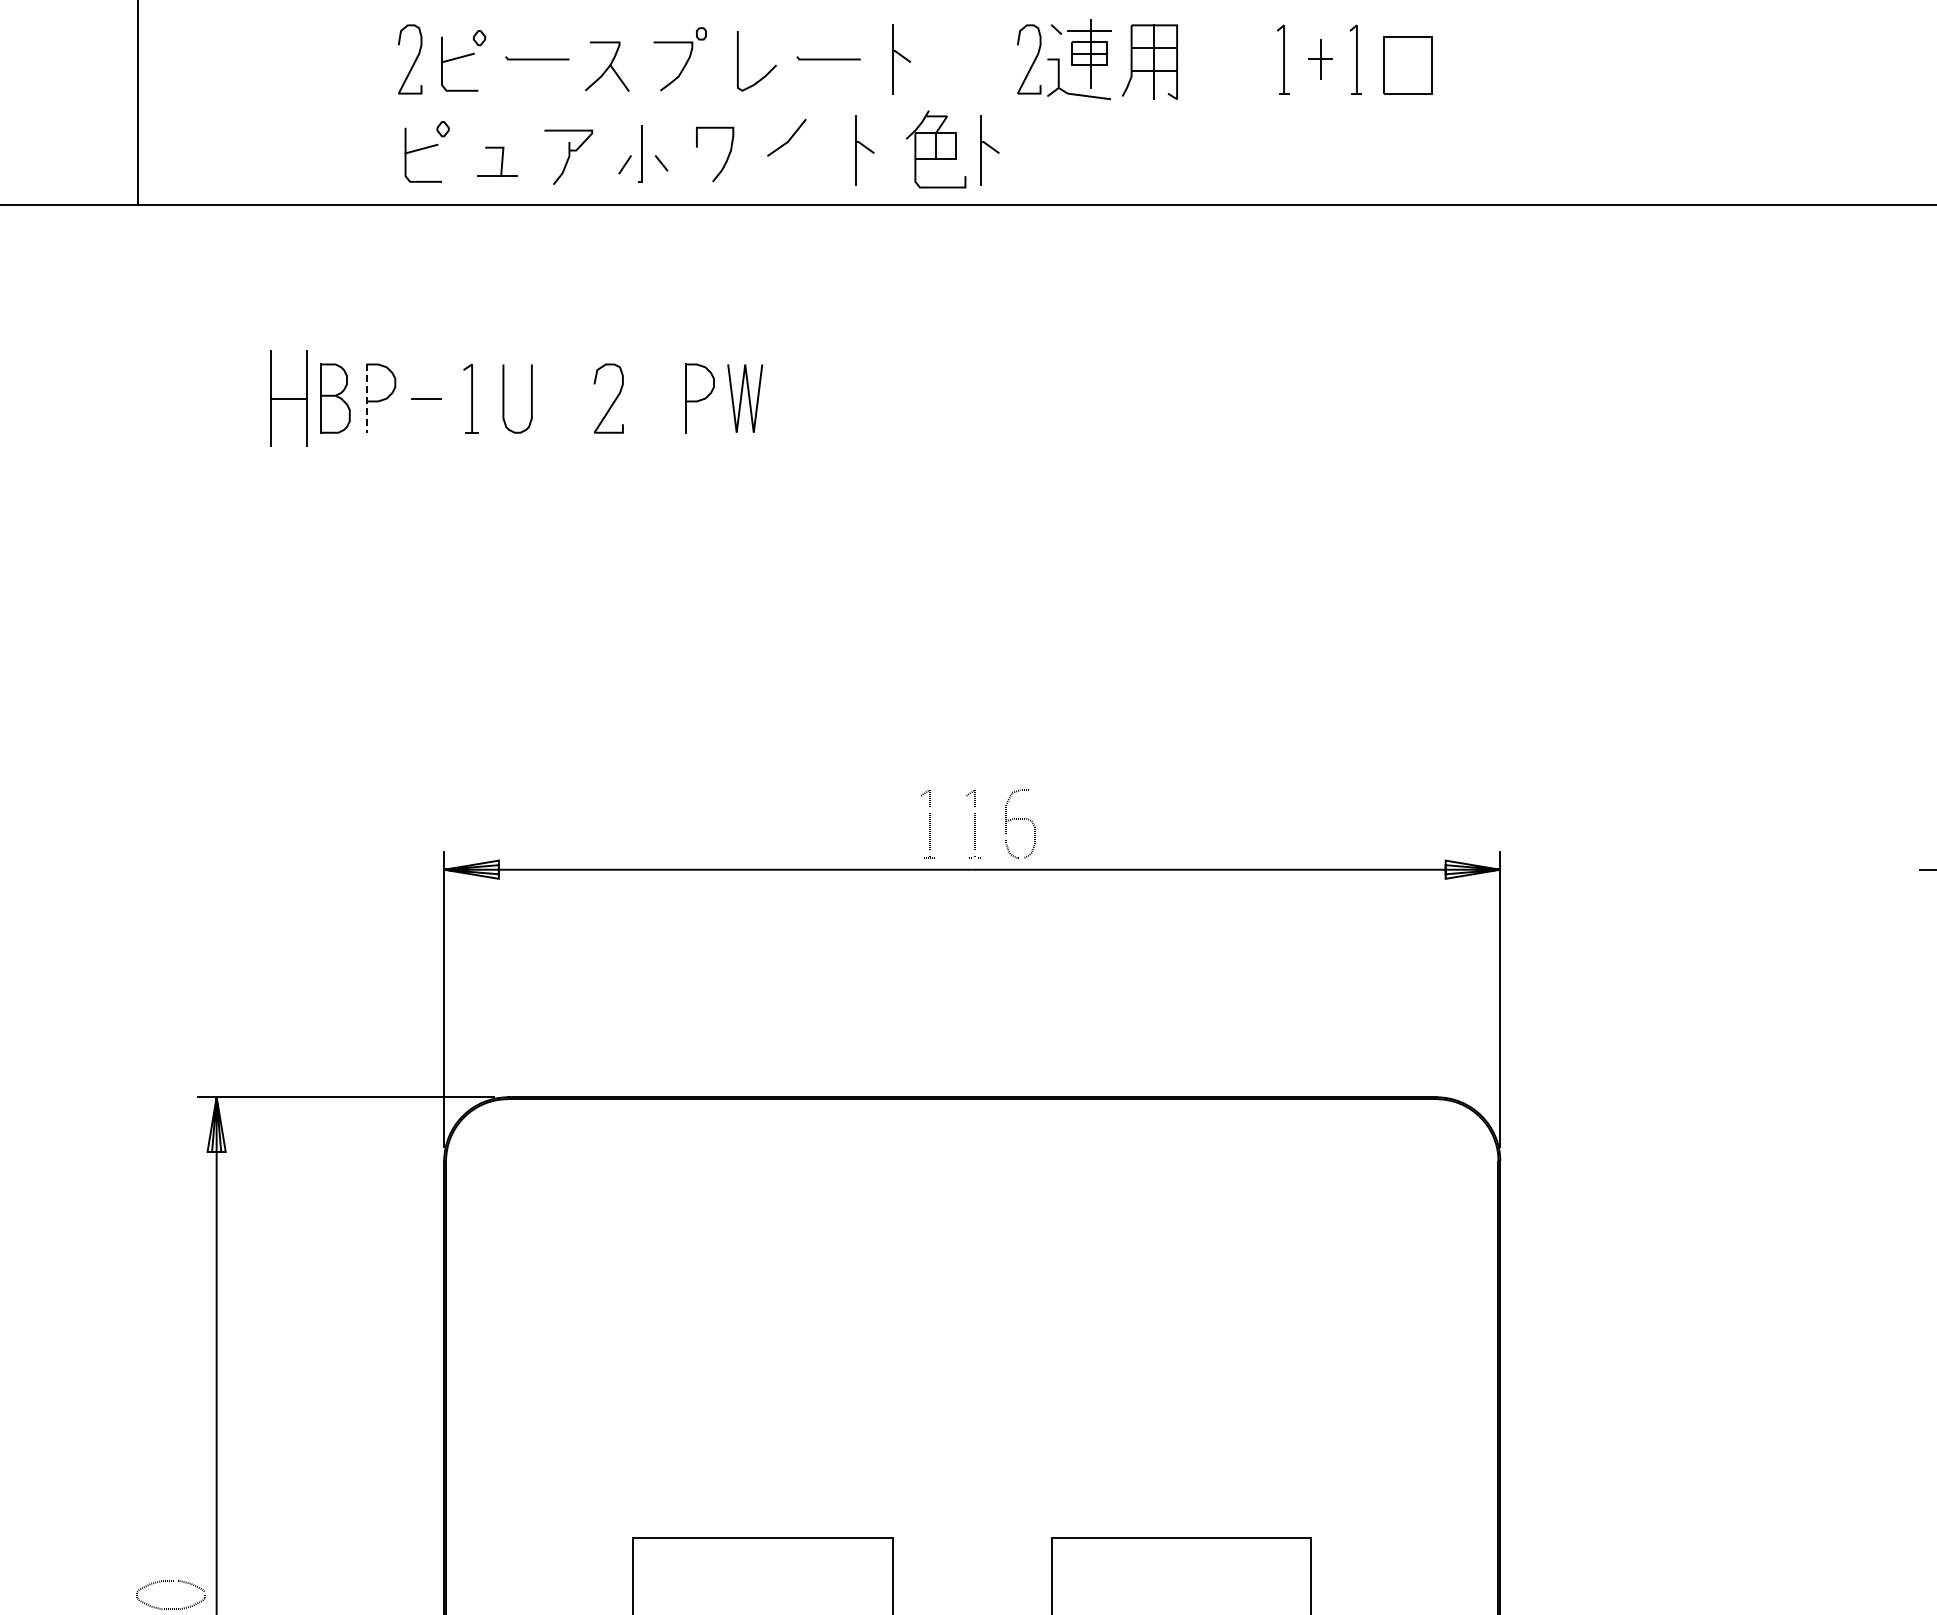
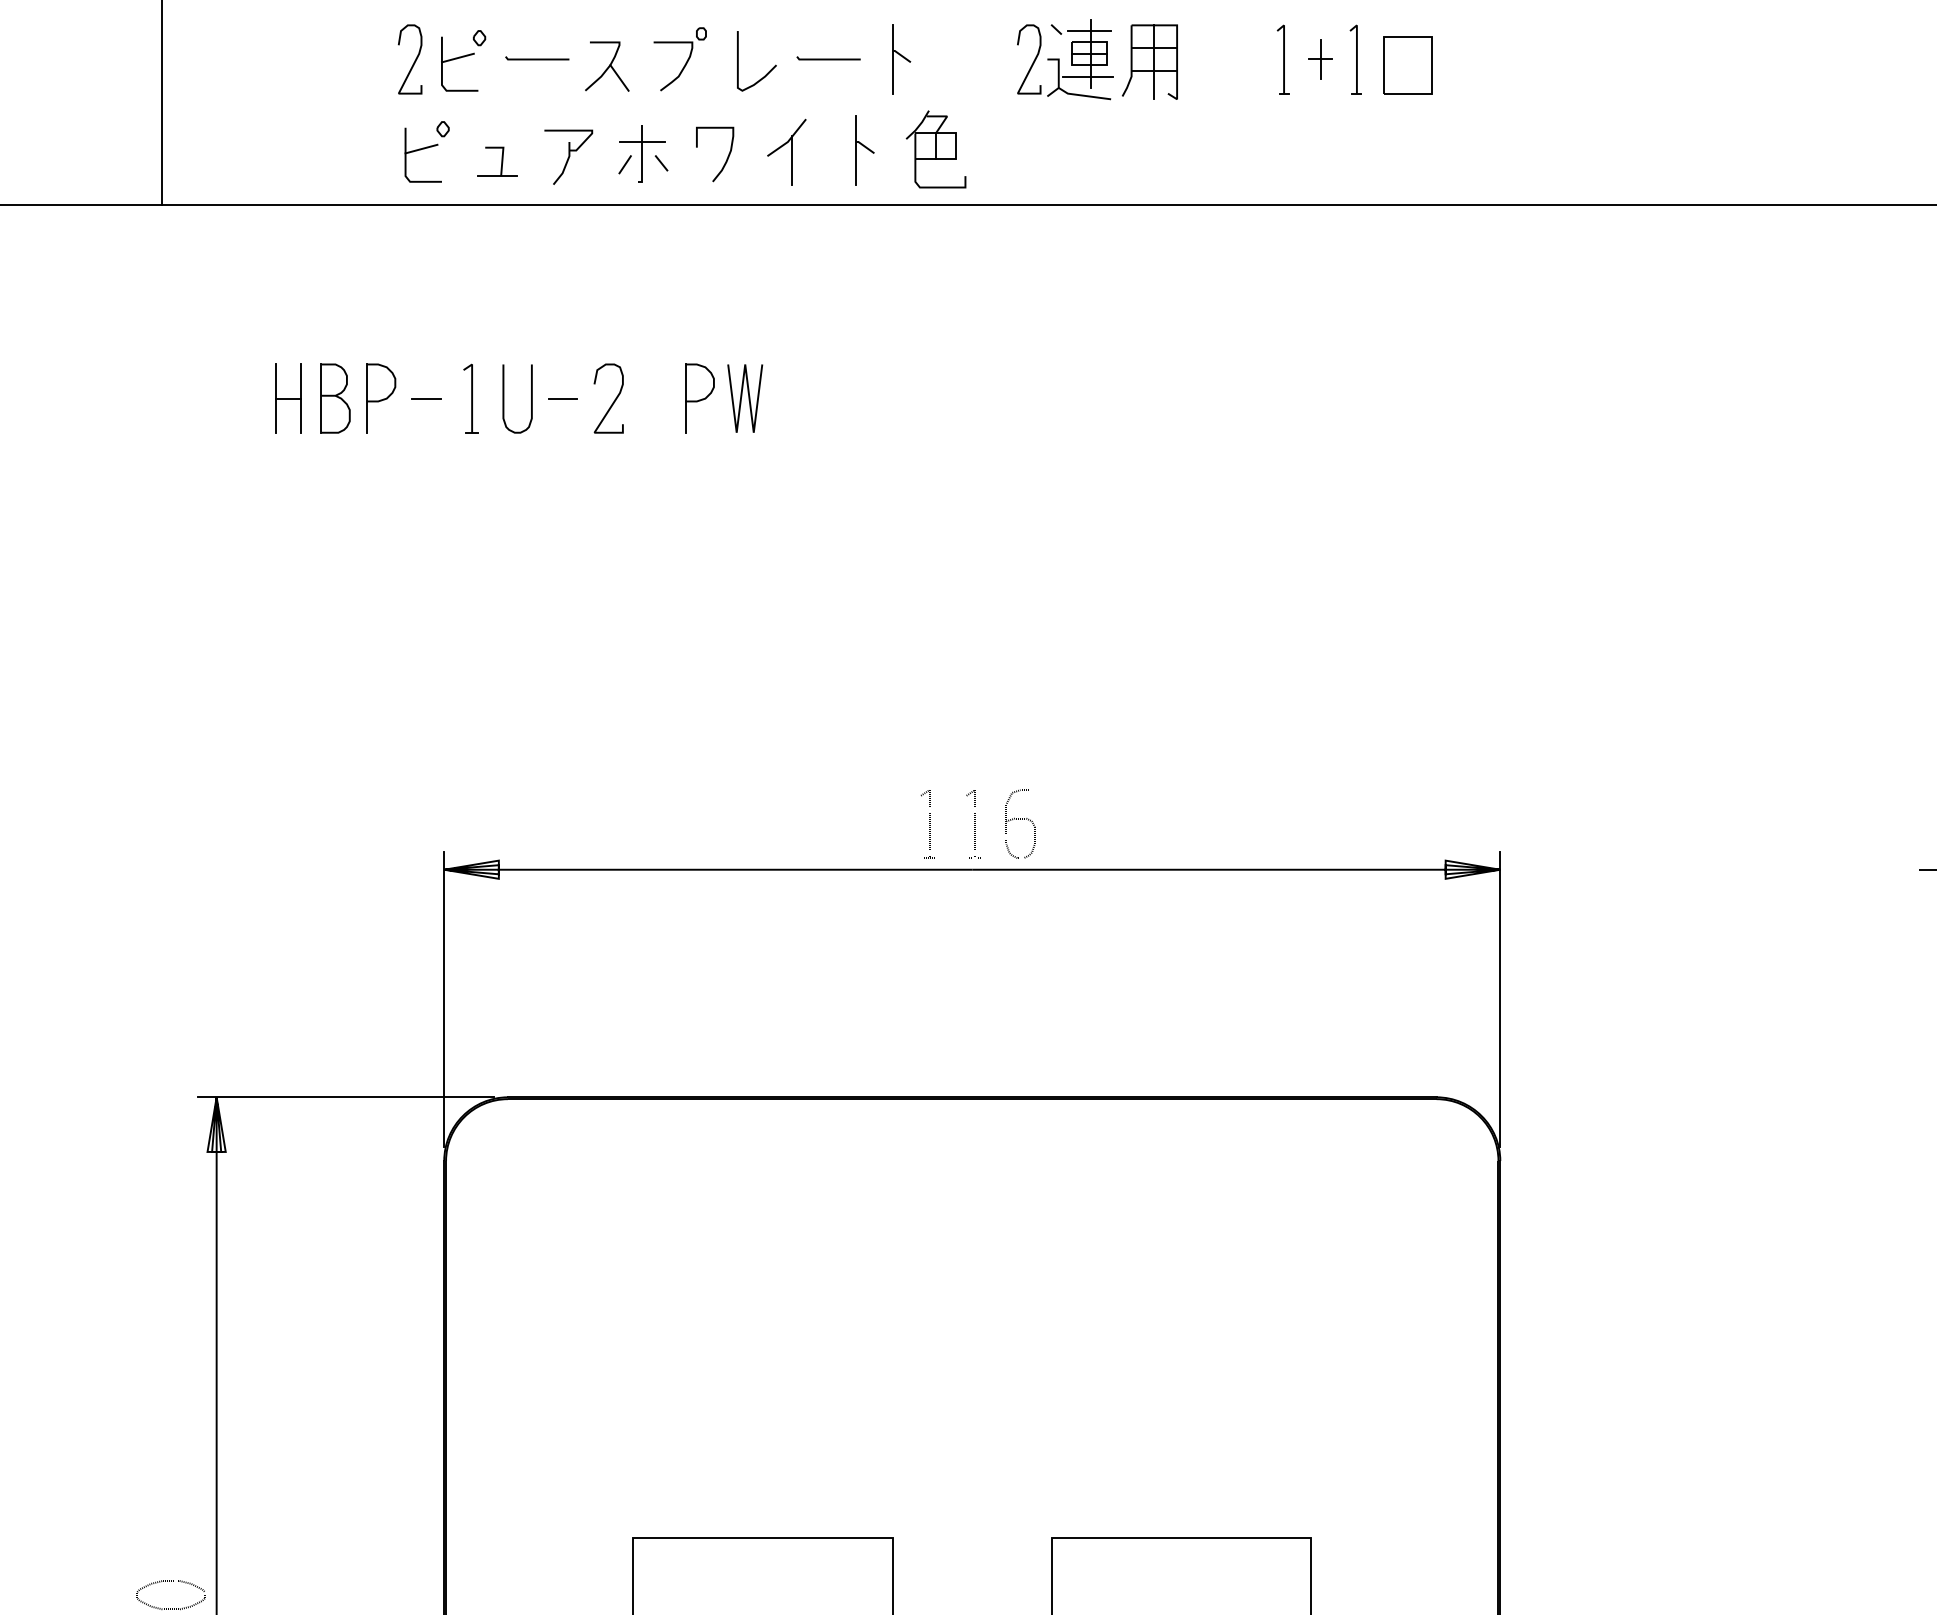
line at (1088, 76): none -> present
line at (138, 103) position: (138, 103) -> (162, 103)
line at (642, 142): none -> present
part at (989, 150): present -> none
line at (792, 160): none -> present
part at (288, 398) size: 38x97 px -> 27x71 px
line at (562, 398): none -> present
line at (366, 399): dashed -> solid
